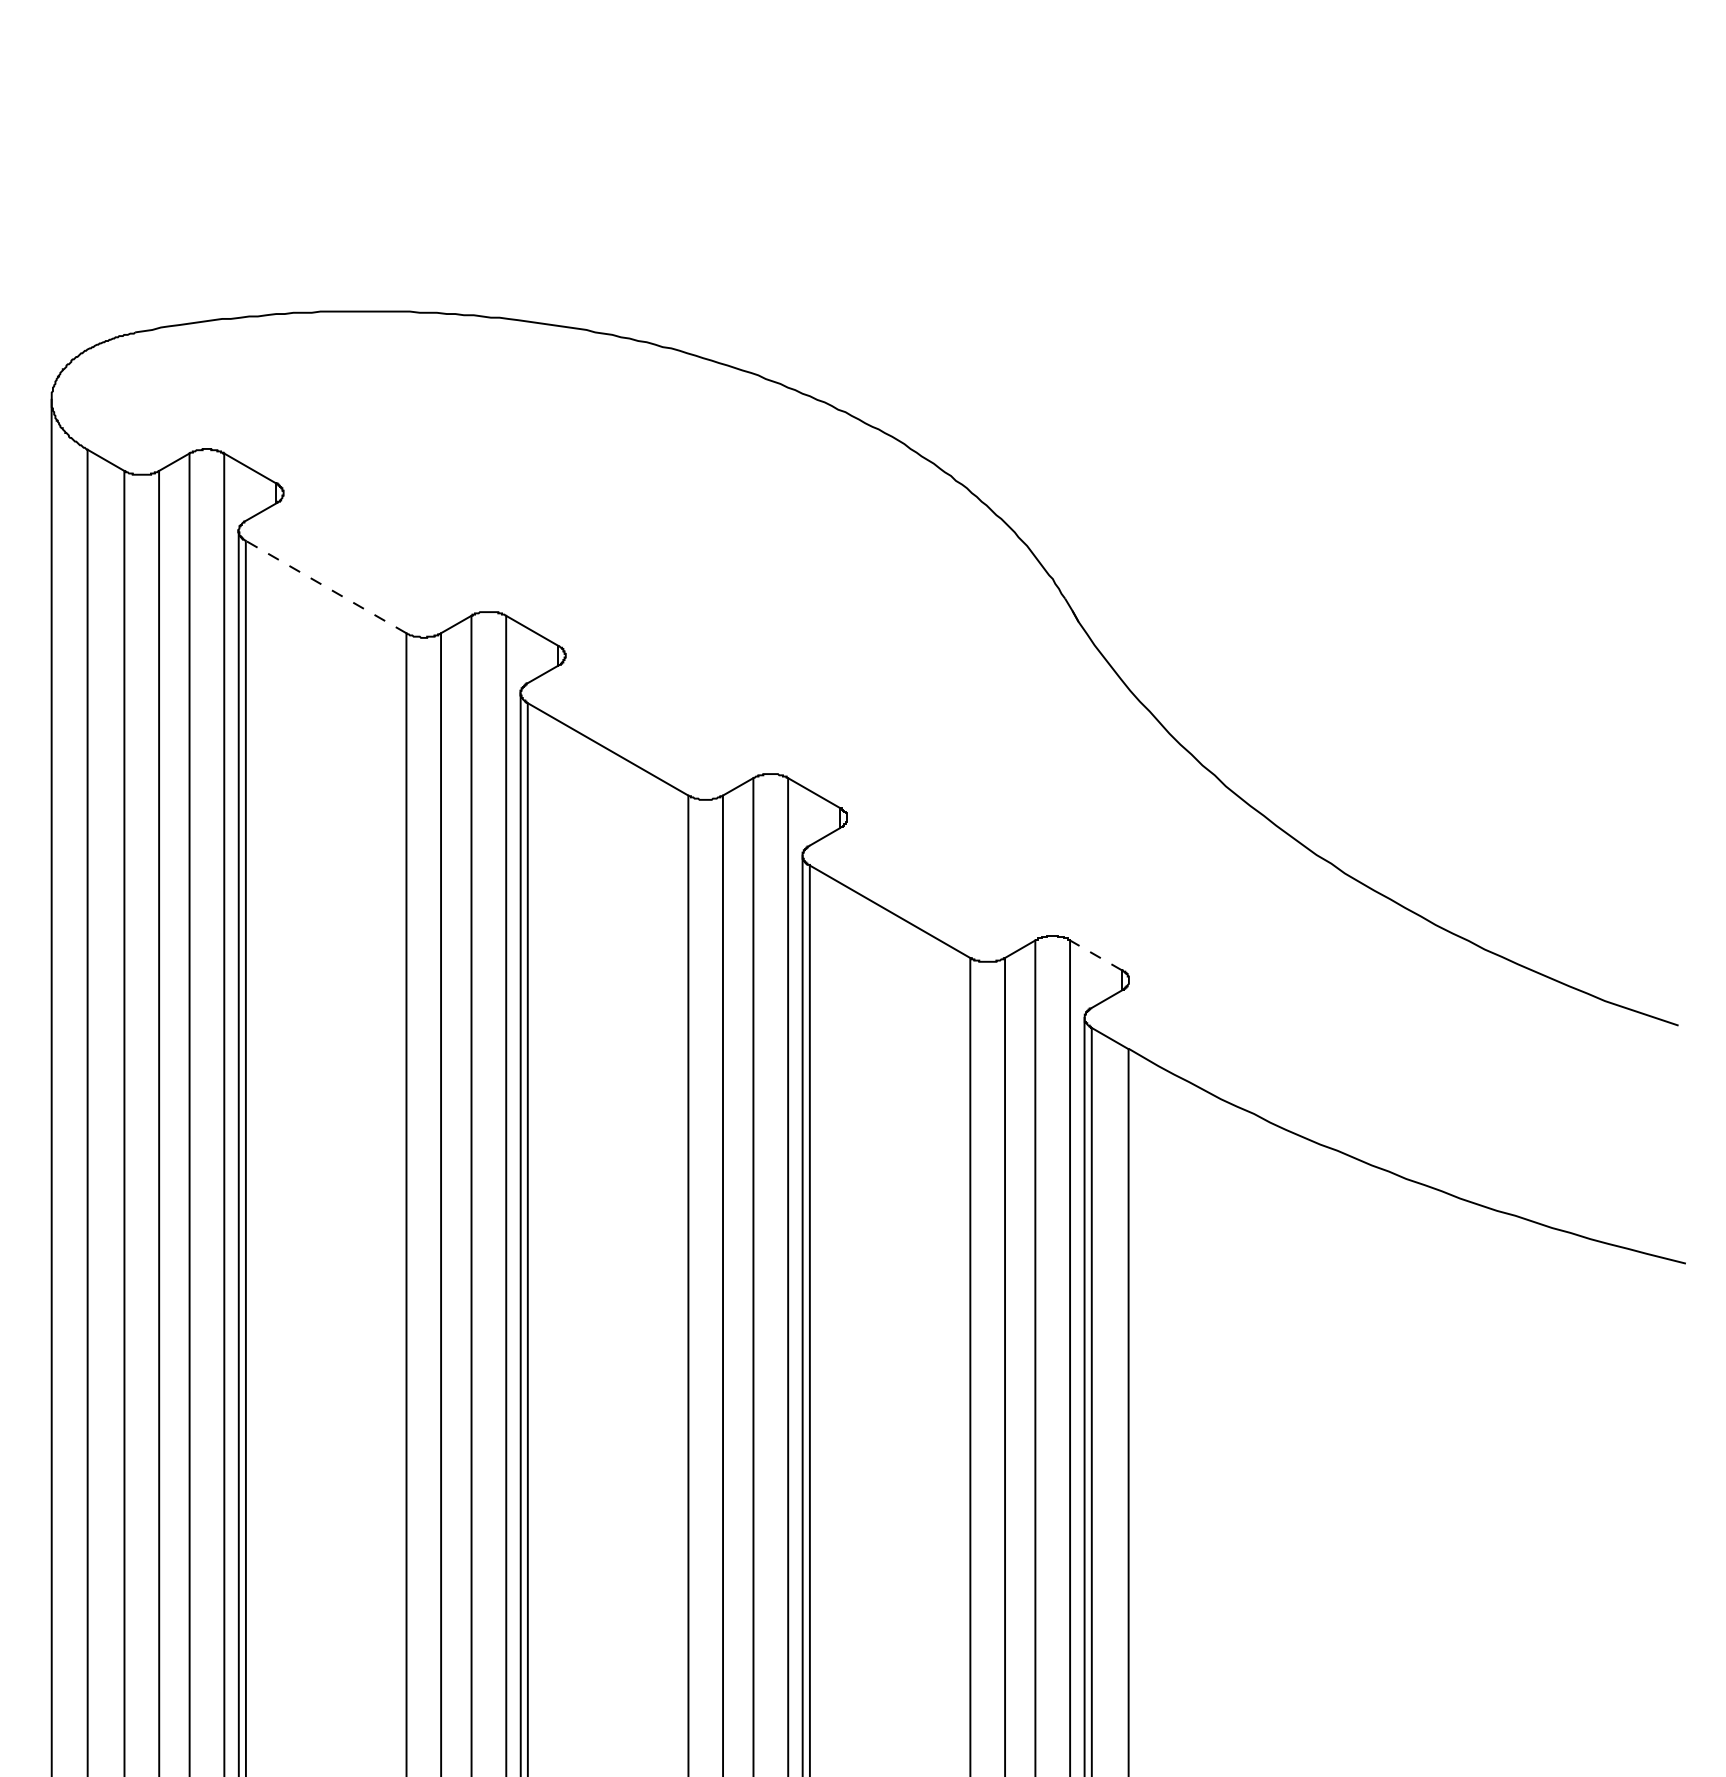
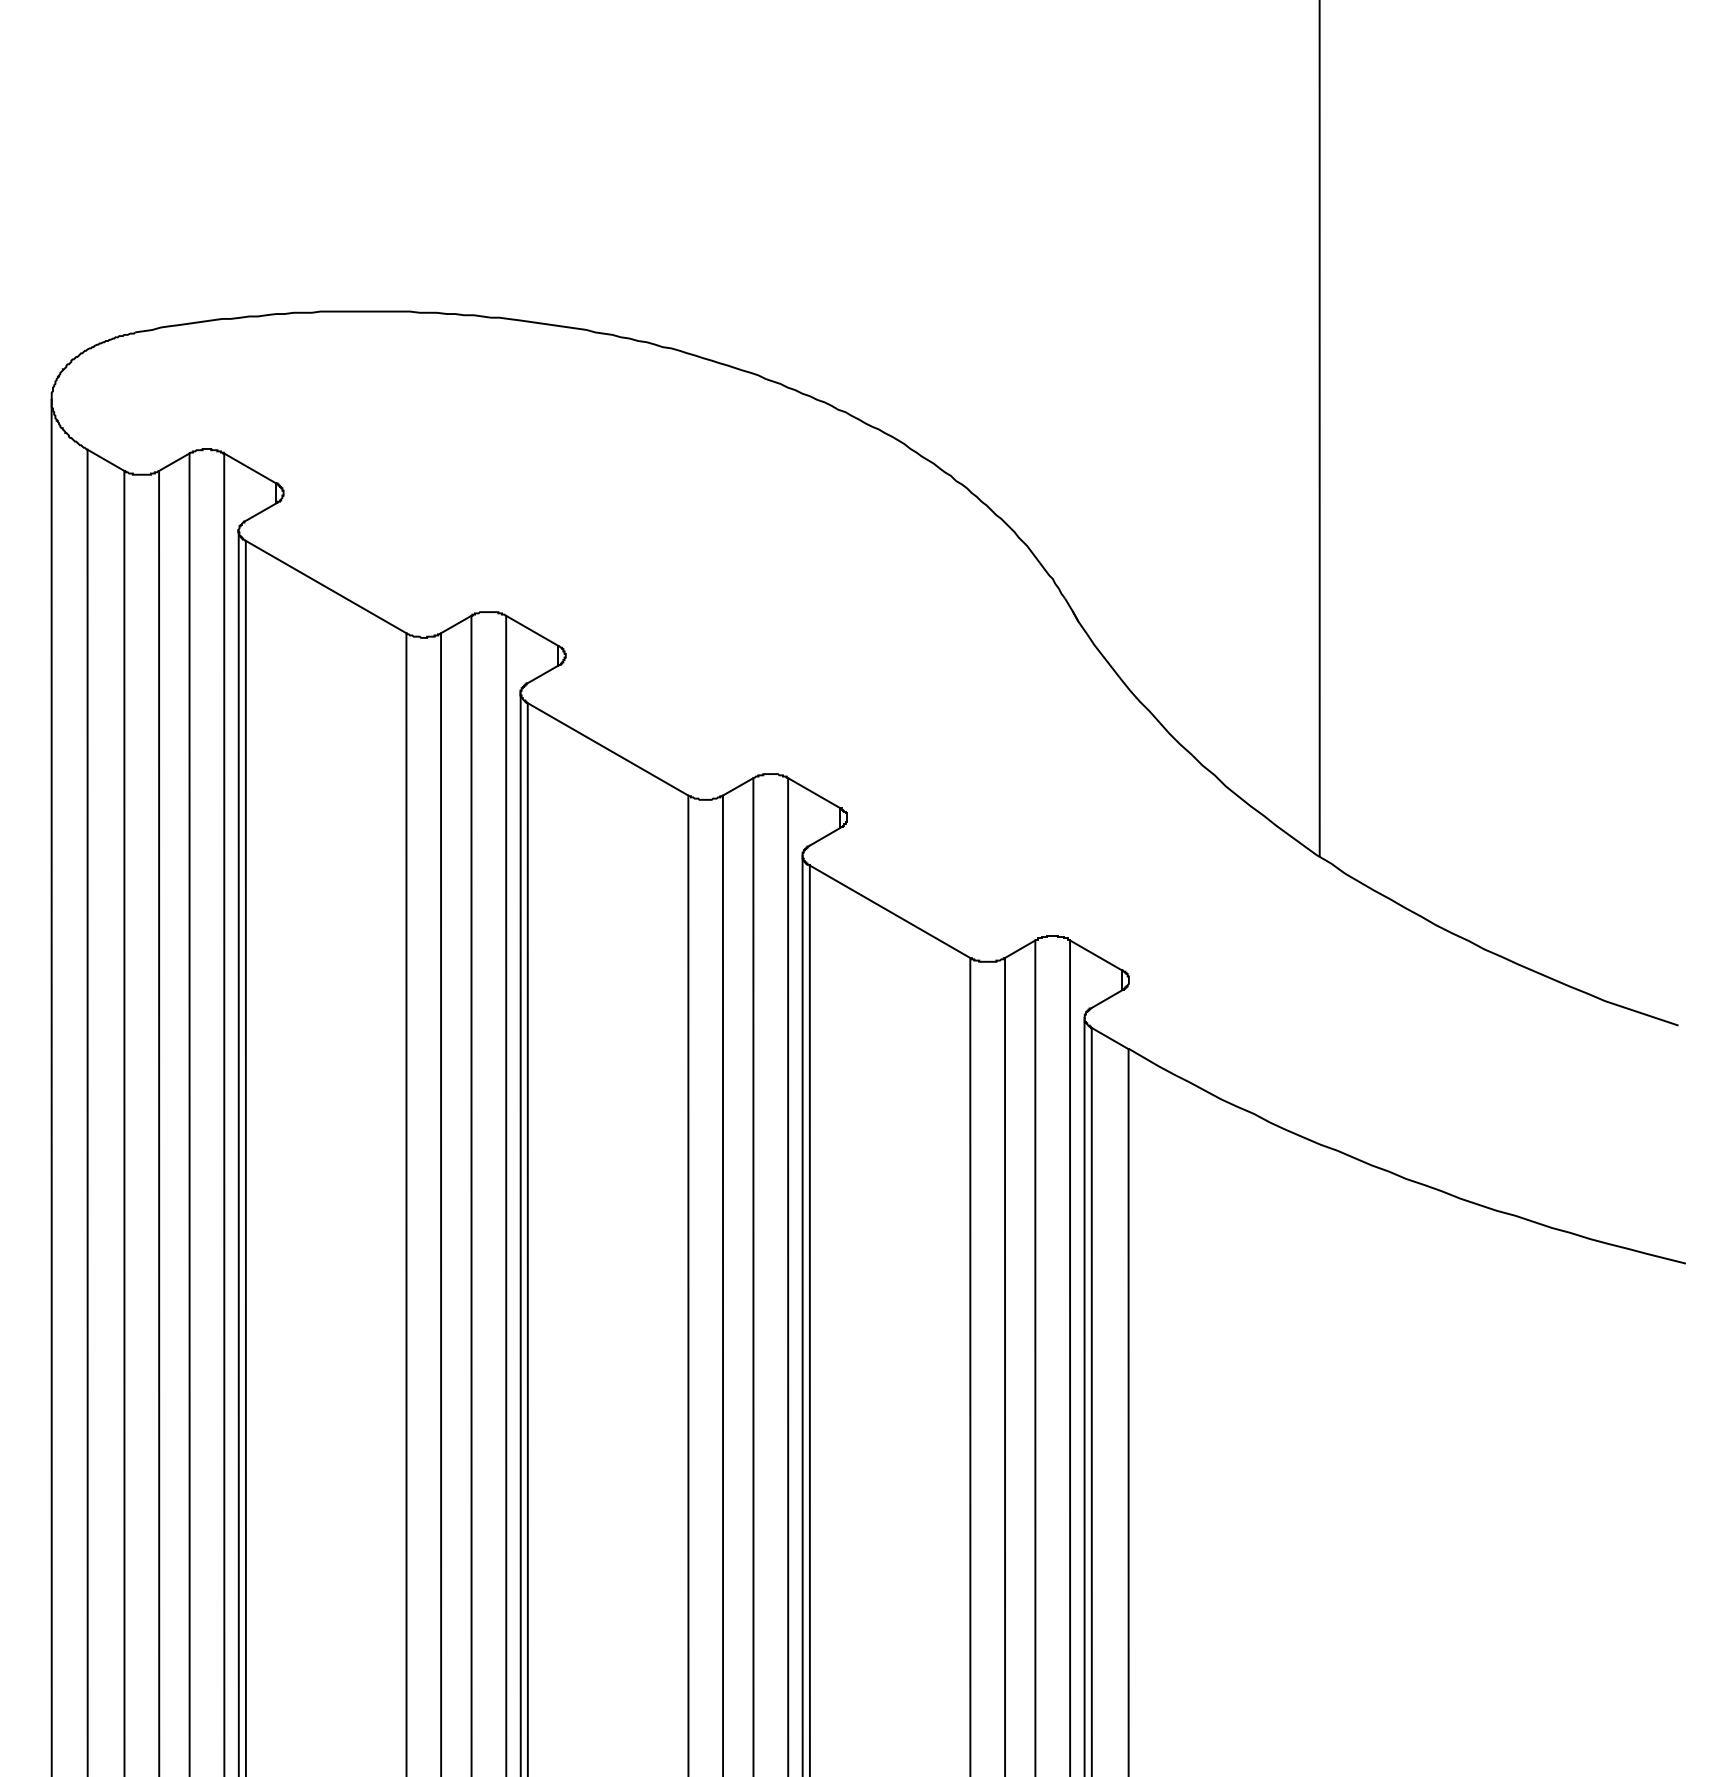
line at (1319, 429): none -> present
line at (326, 587): dashed -> solid
line at (1095, 955): dashed -> solid
